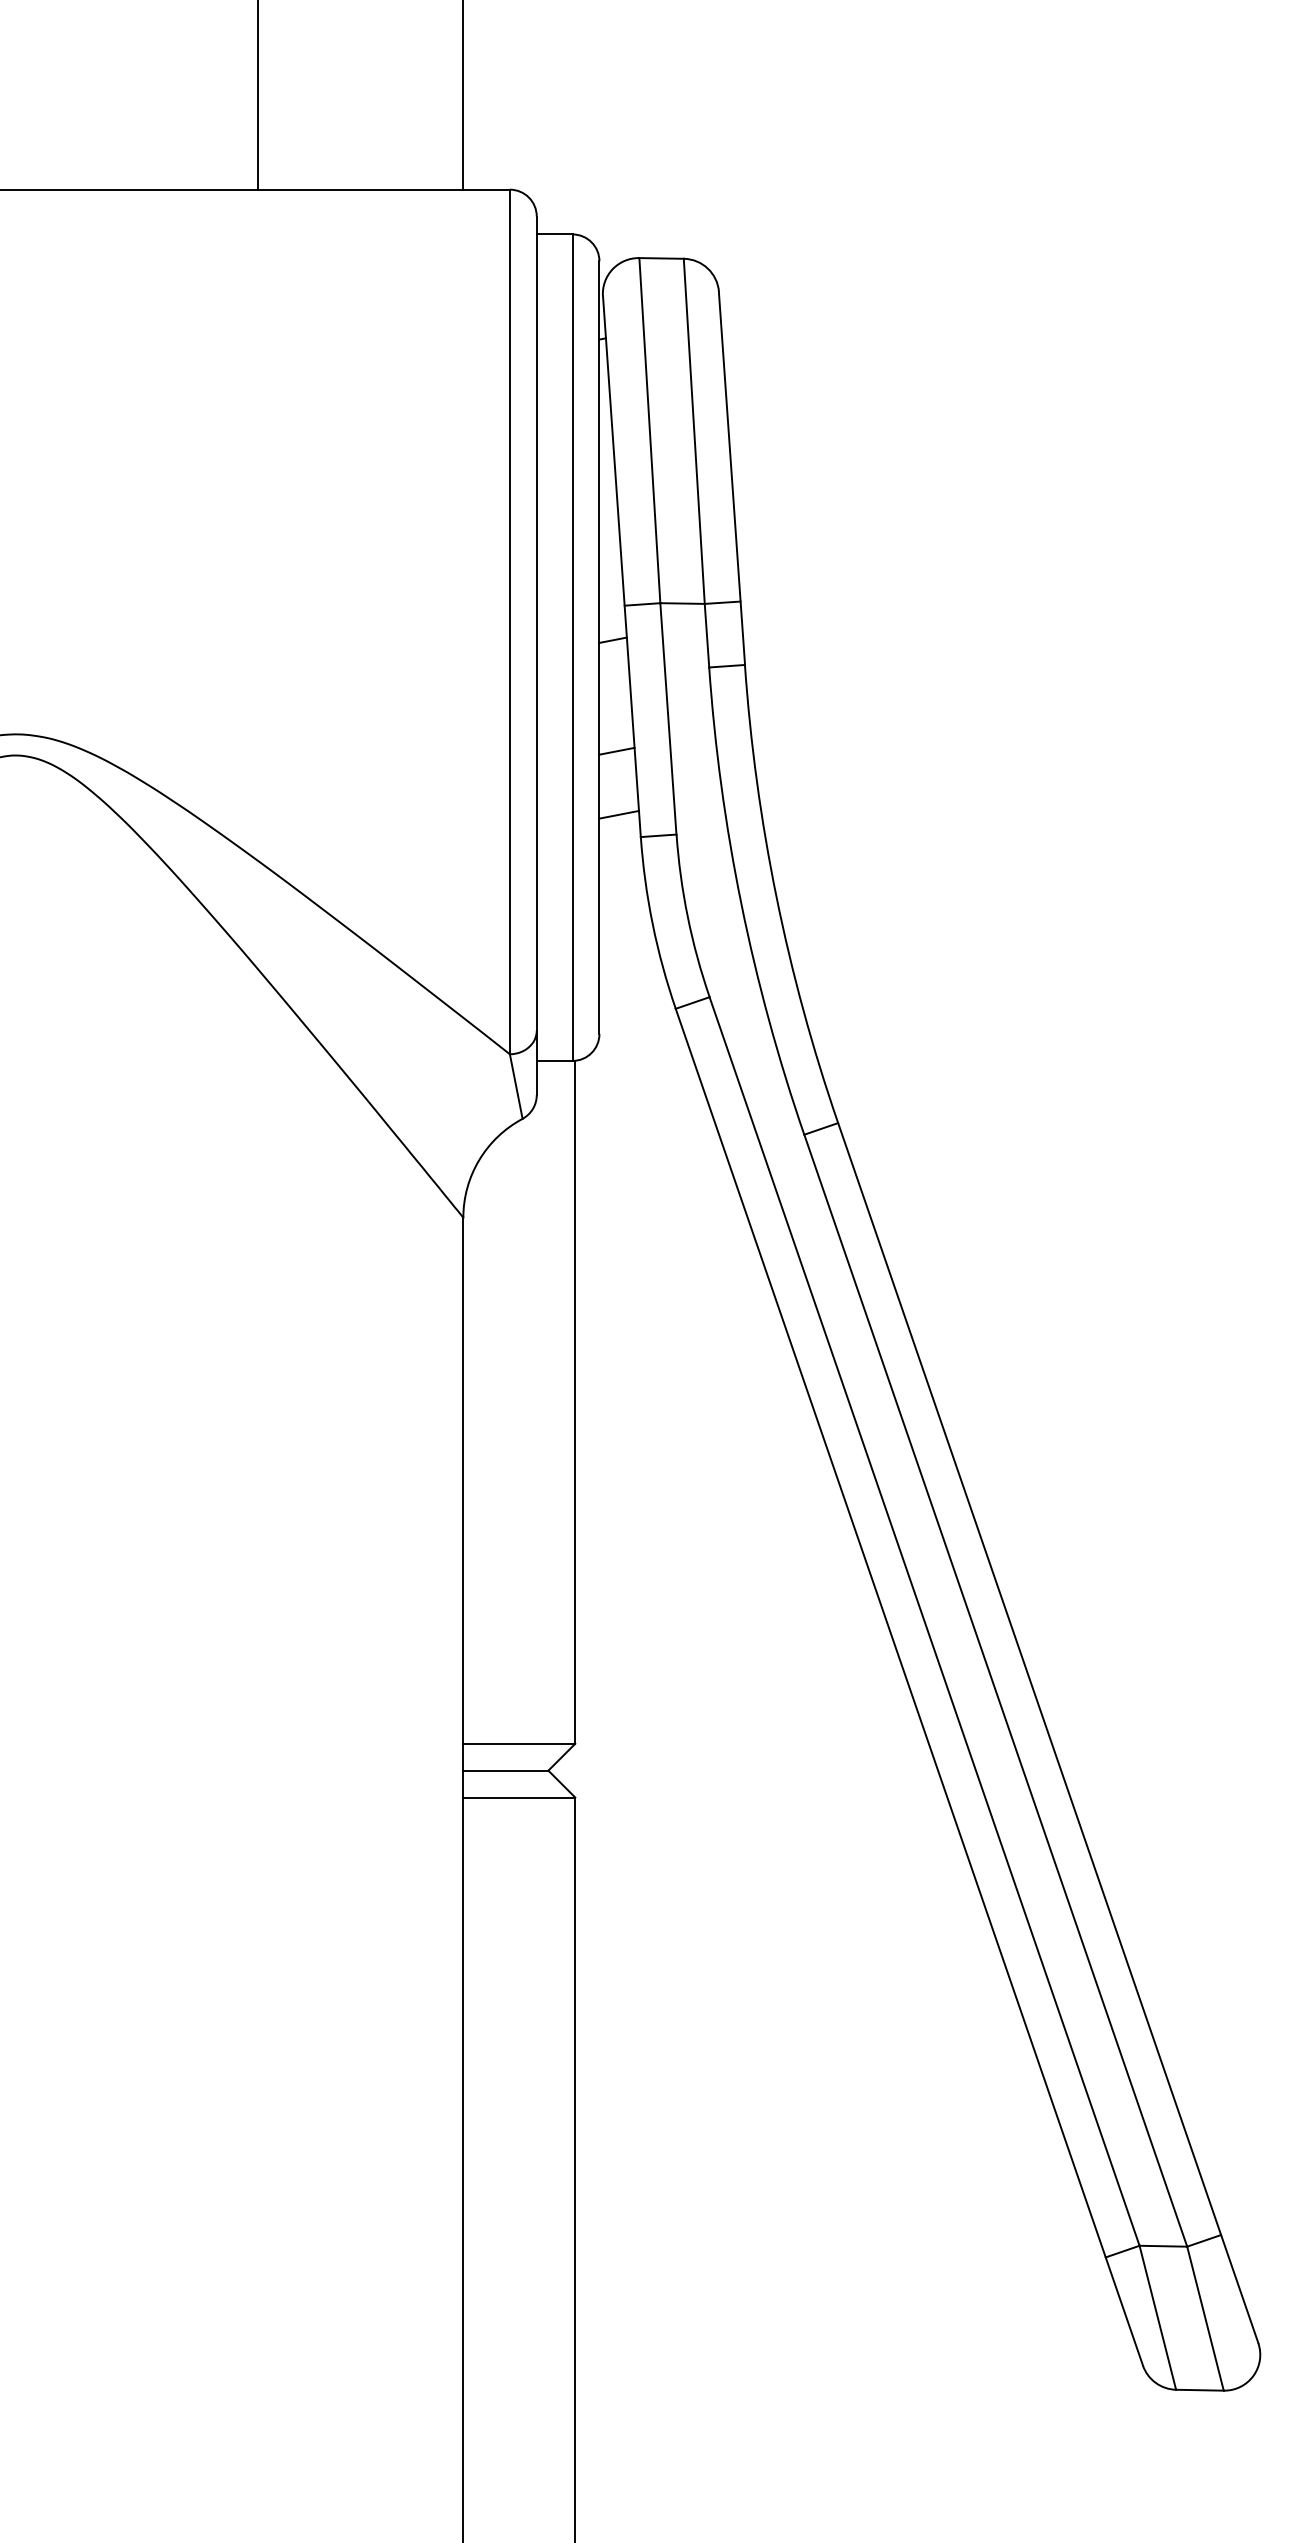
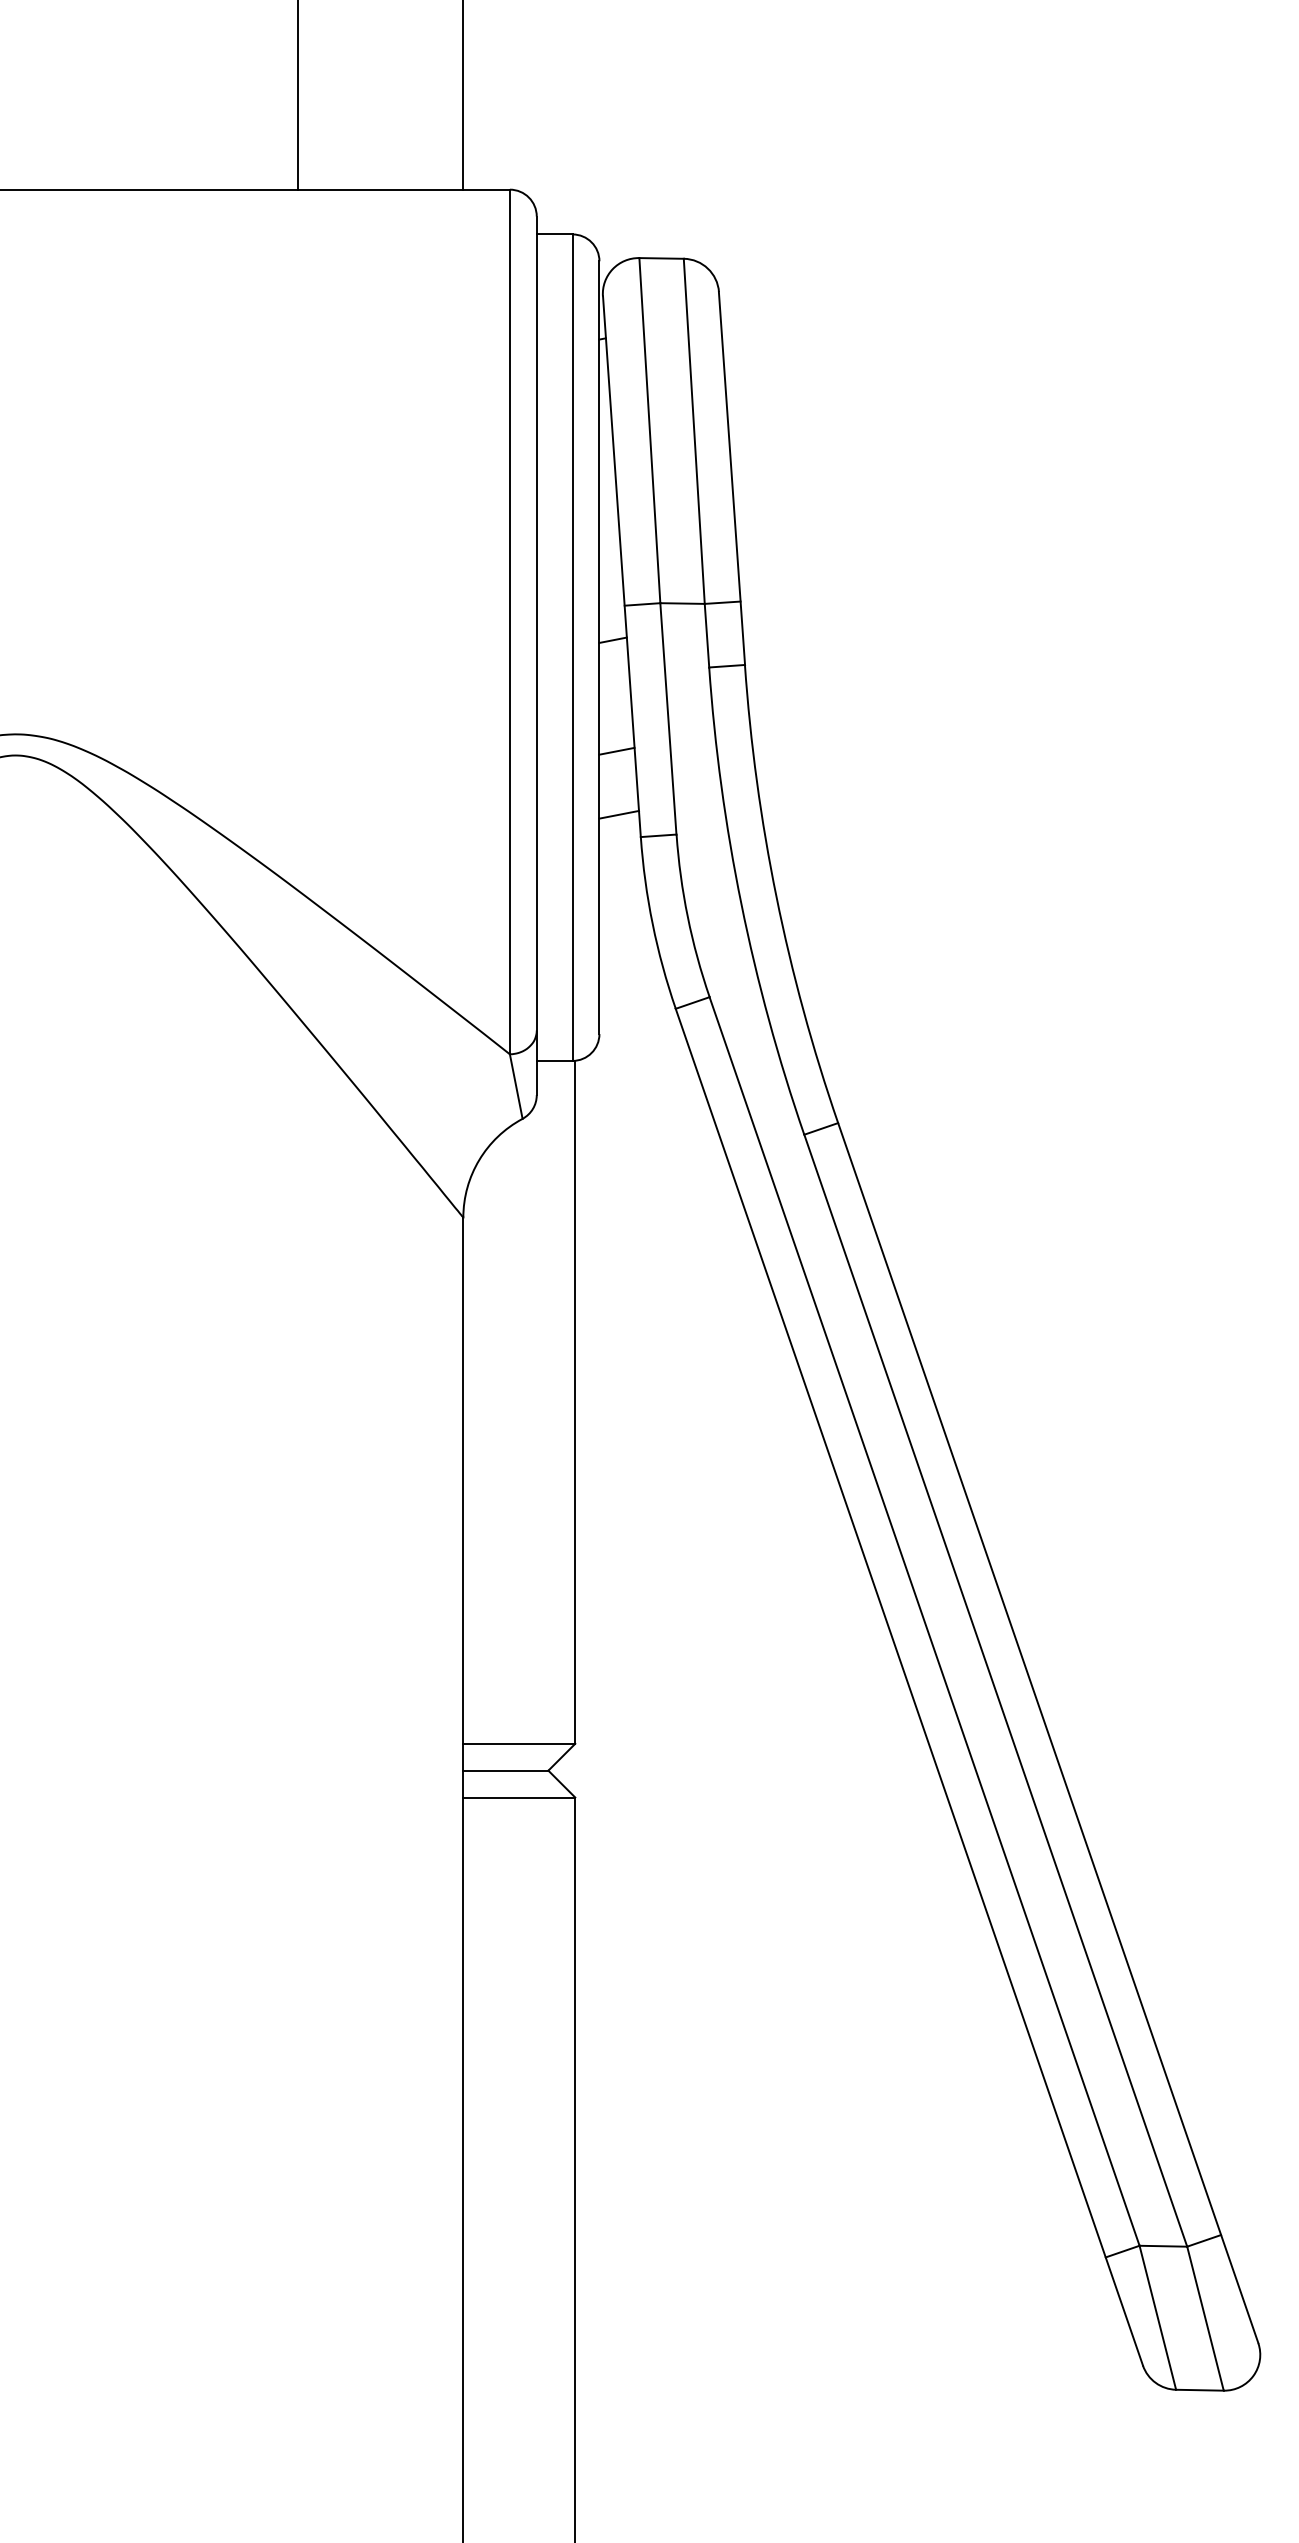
line at (257, 95) position: (257, 95) -> (297, 95)
